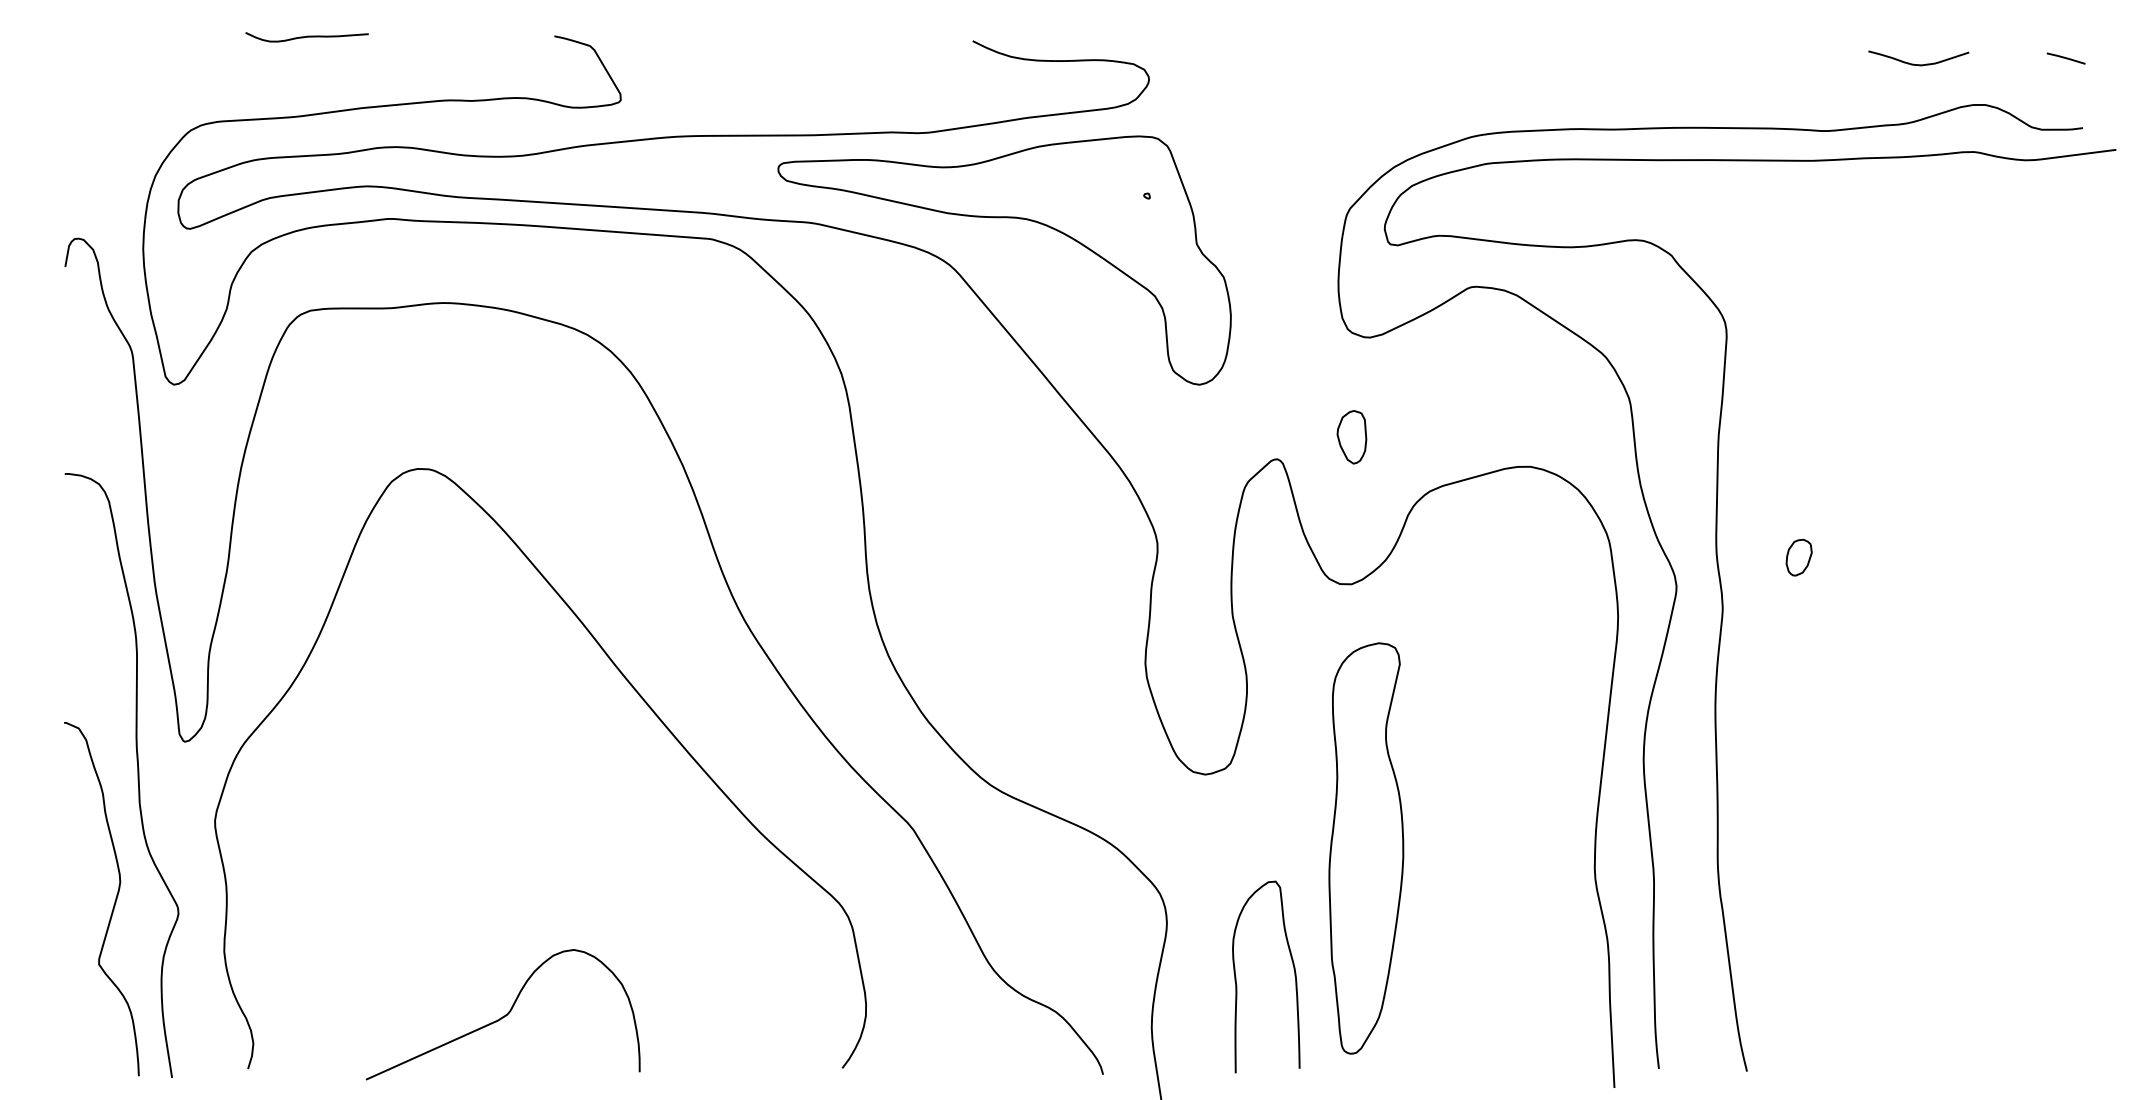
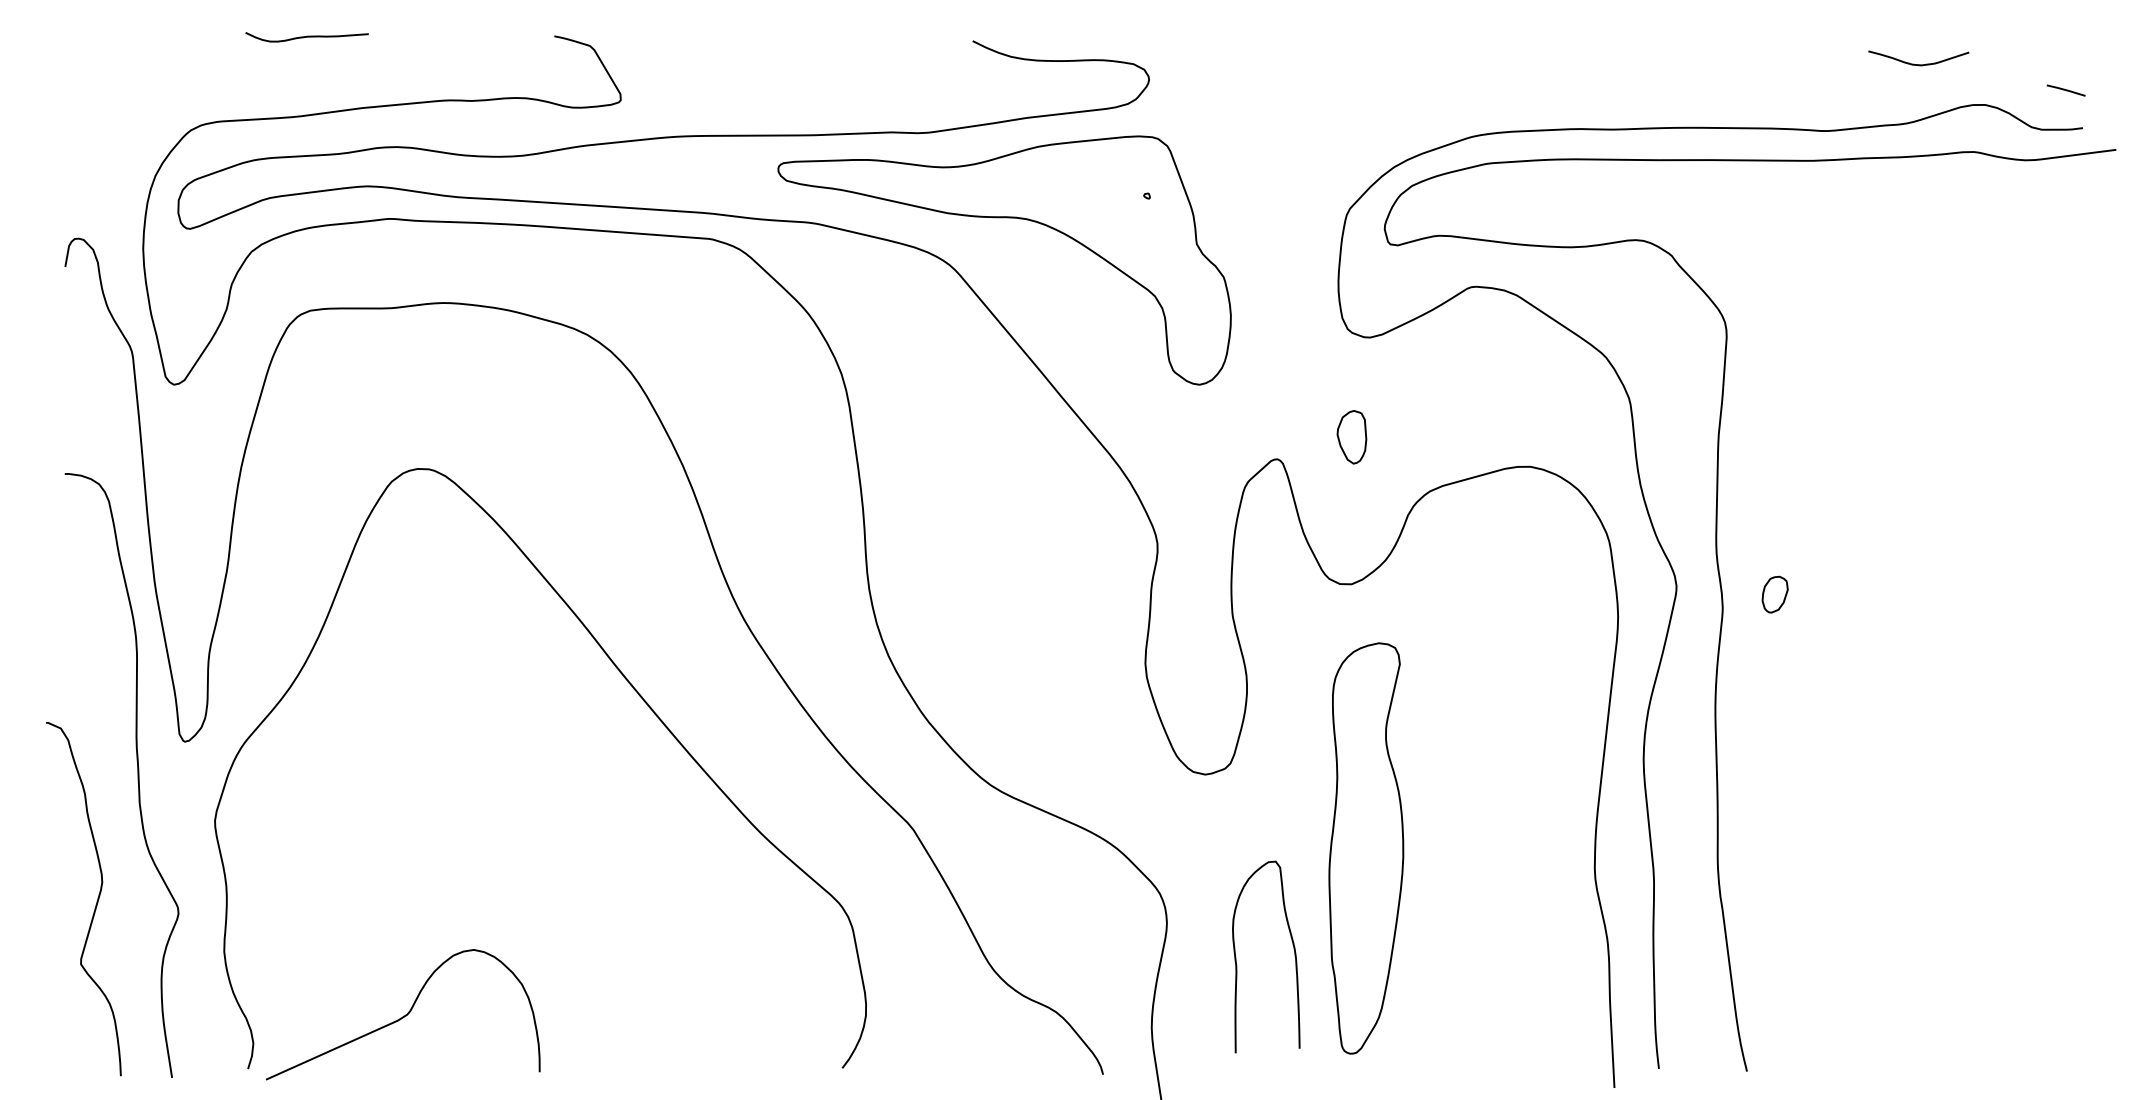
line at (2065, 58) position: (2065, 58) -> (2065, 90)
part at (1798, 557) position: (1798, 557) -> (1774, 594)
curve at (113, 904) position: (113, 904) -> (95, 904)
curve at (1293, 969) position: (1293, 969) -> (1293, 949)
curve at (502, 1016) position: (502, 1016) -> (402, 1016)
